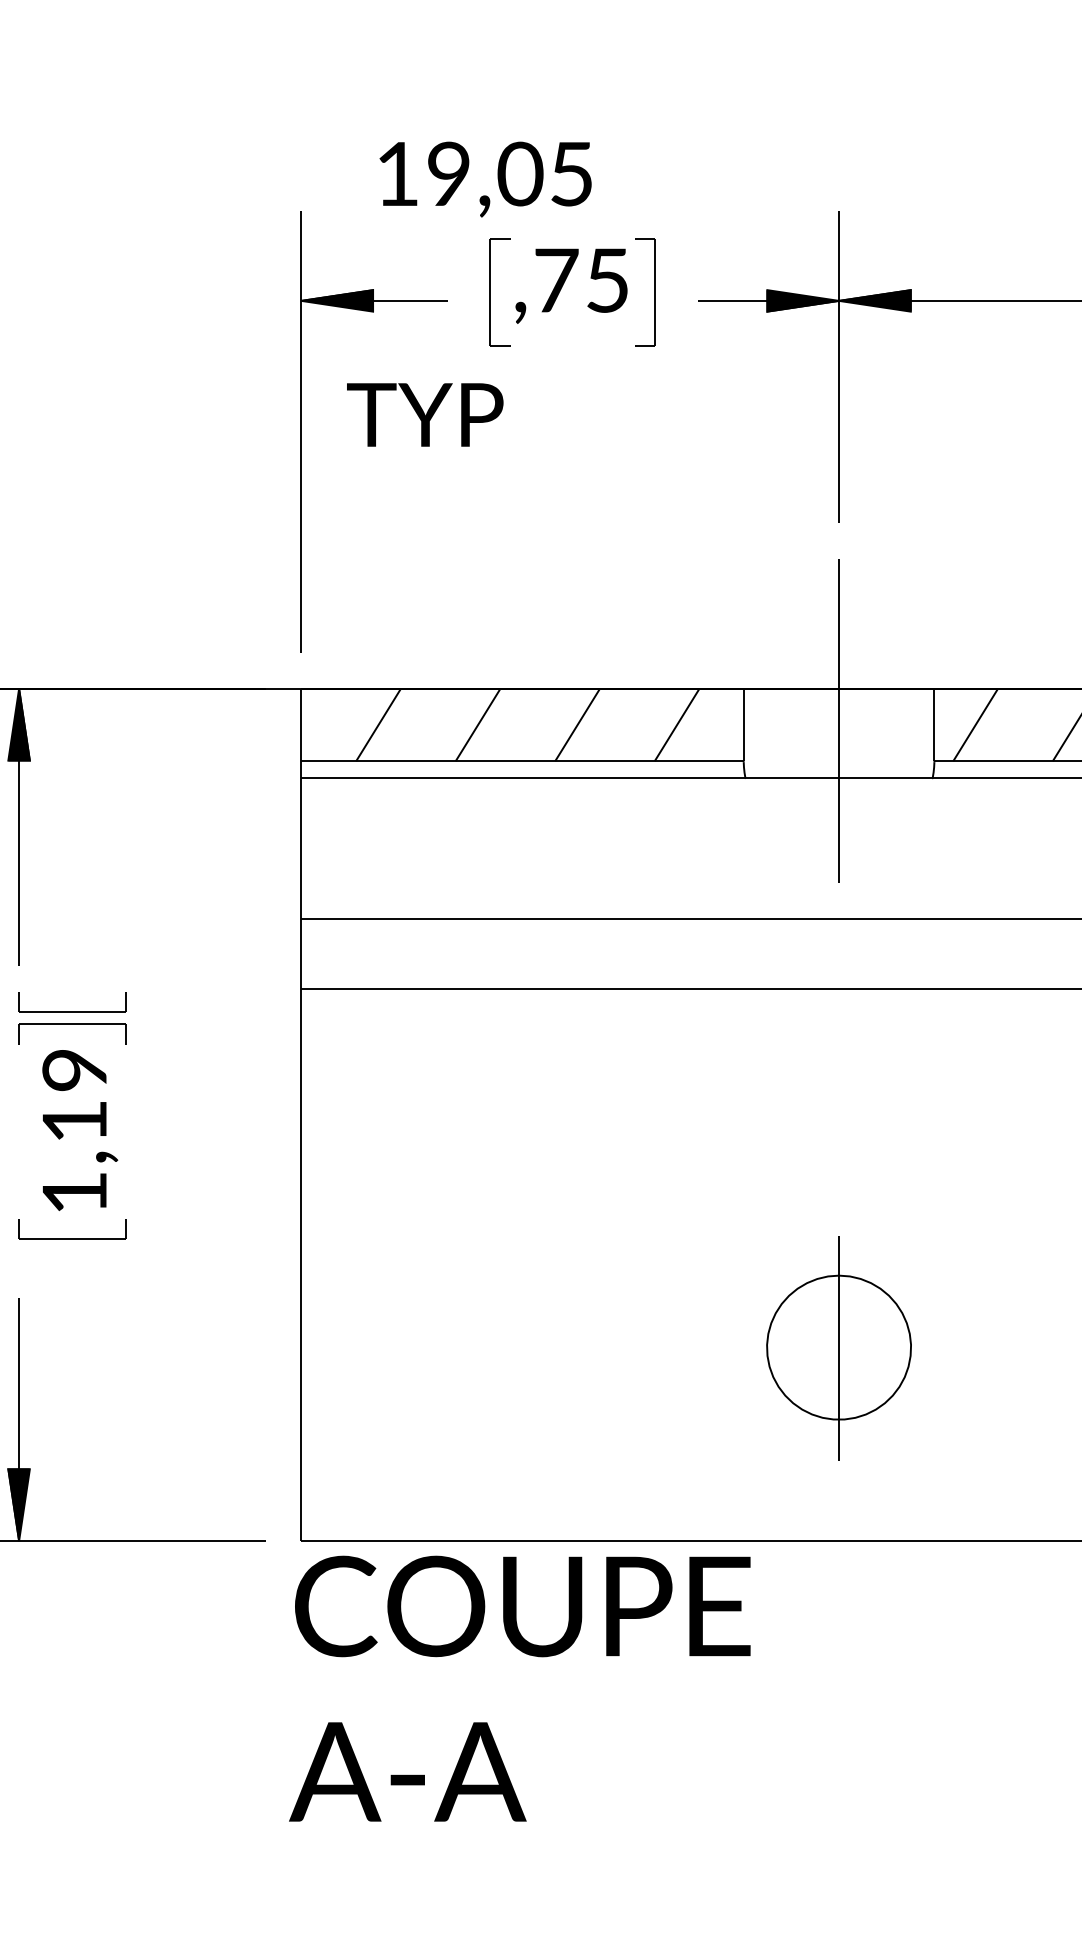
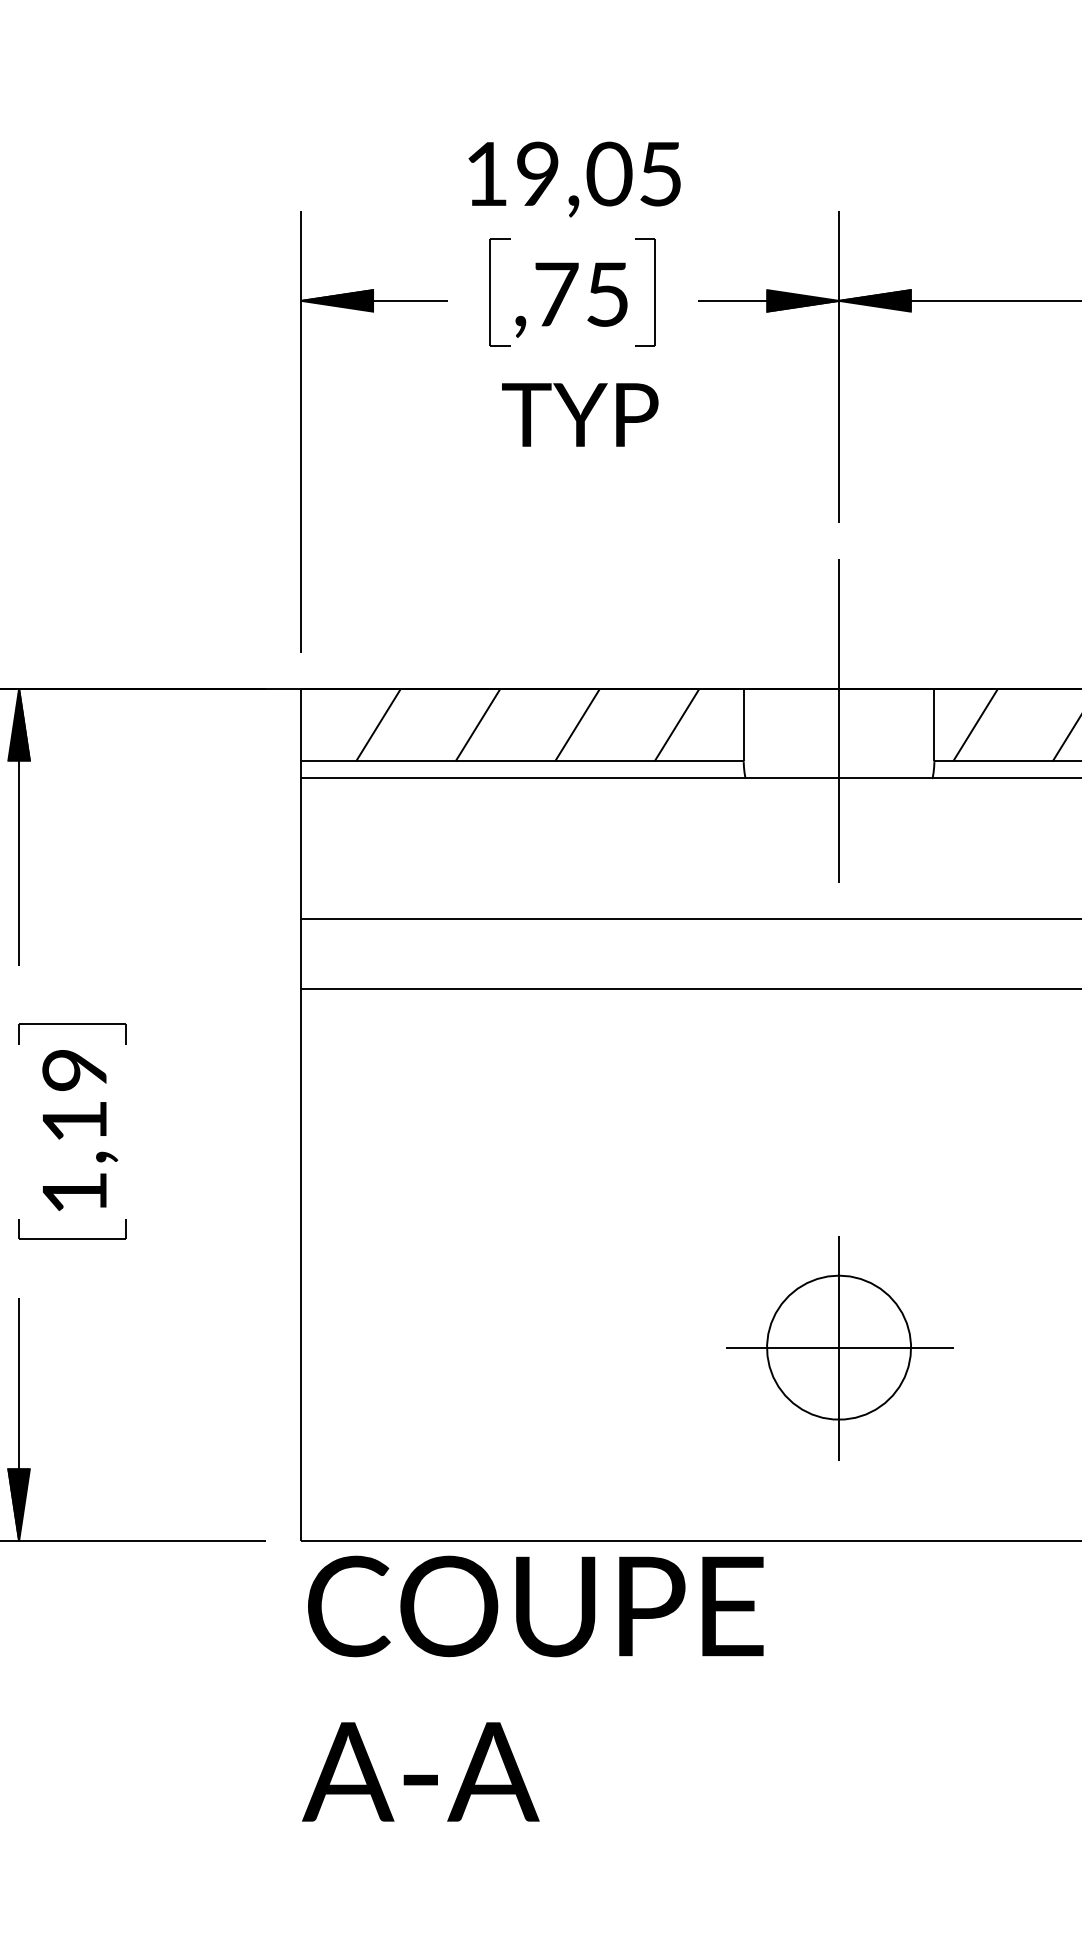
text at (485, 179) position: (485, 179) -> (574, 179)
text at (571, 285) position: (571, 285) -> (571, 299)
text at (425, 414) position: (425, 414) -> (580, 414)
part at (72, 1011): present -> none
line at (840, 1347): none -> present
text at (519, 1688) position: (519, 1688) -> (532, 1688)
